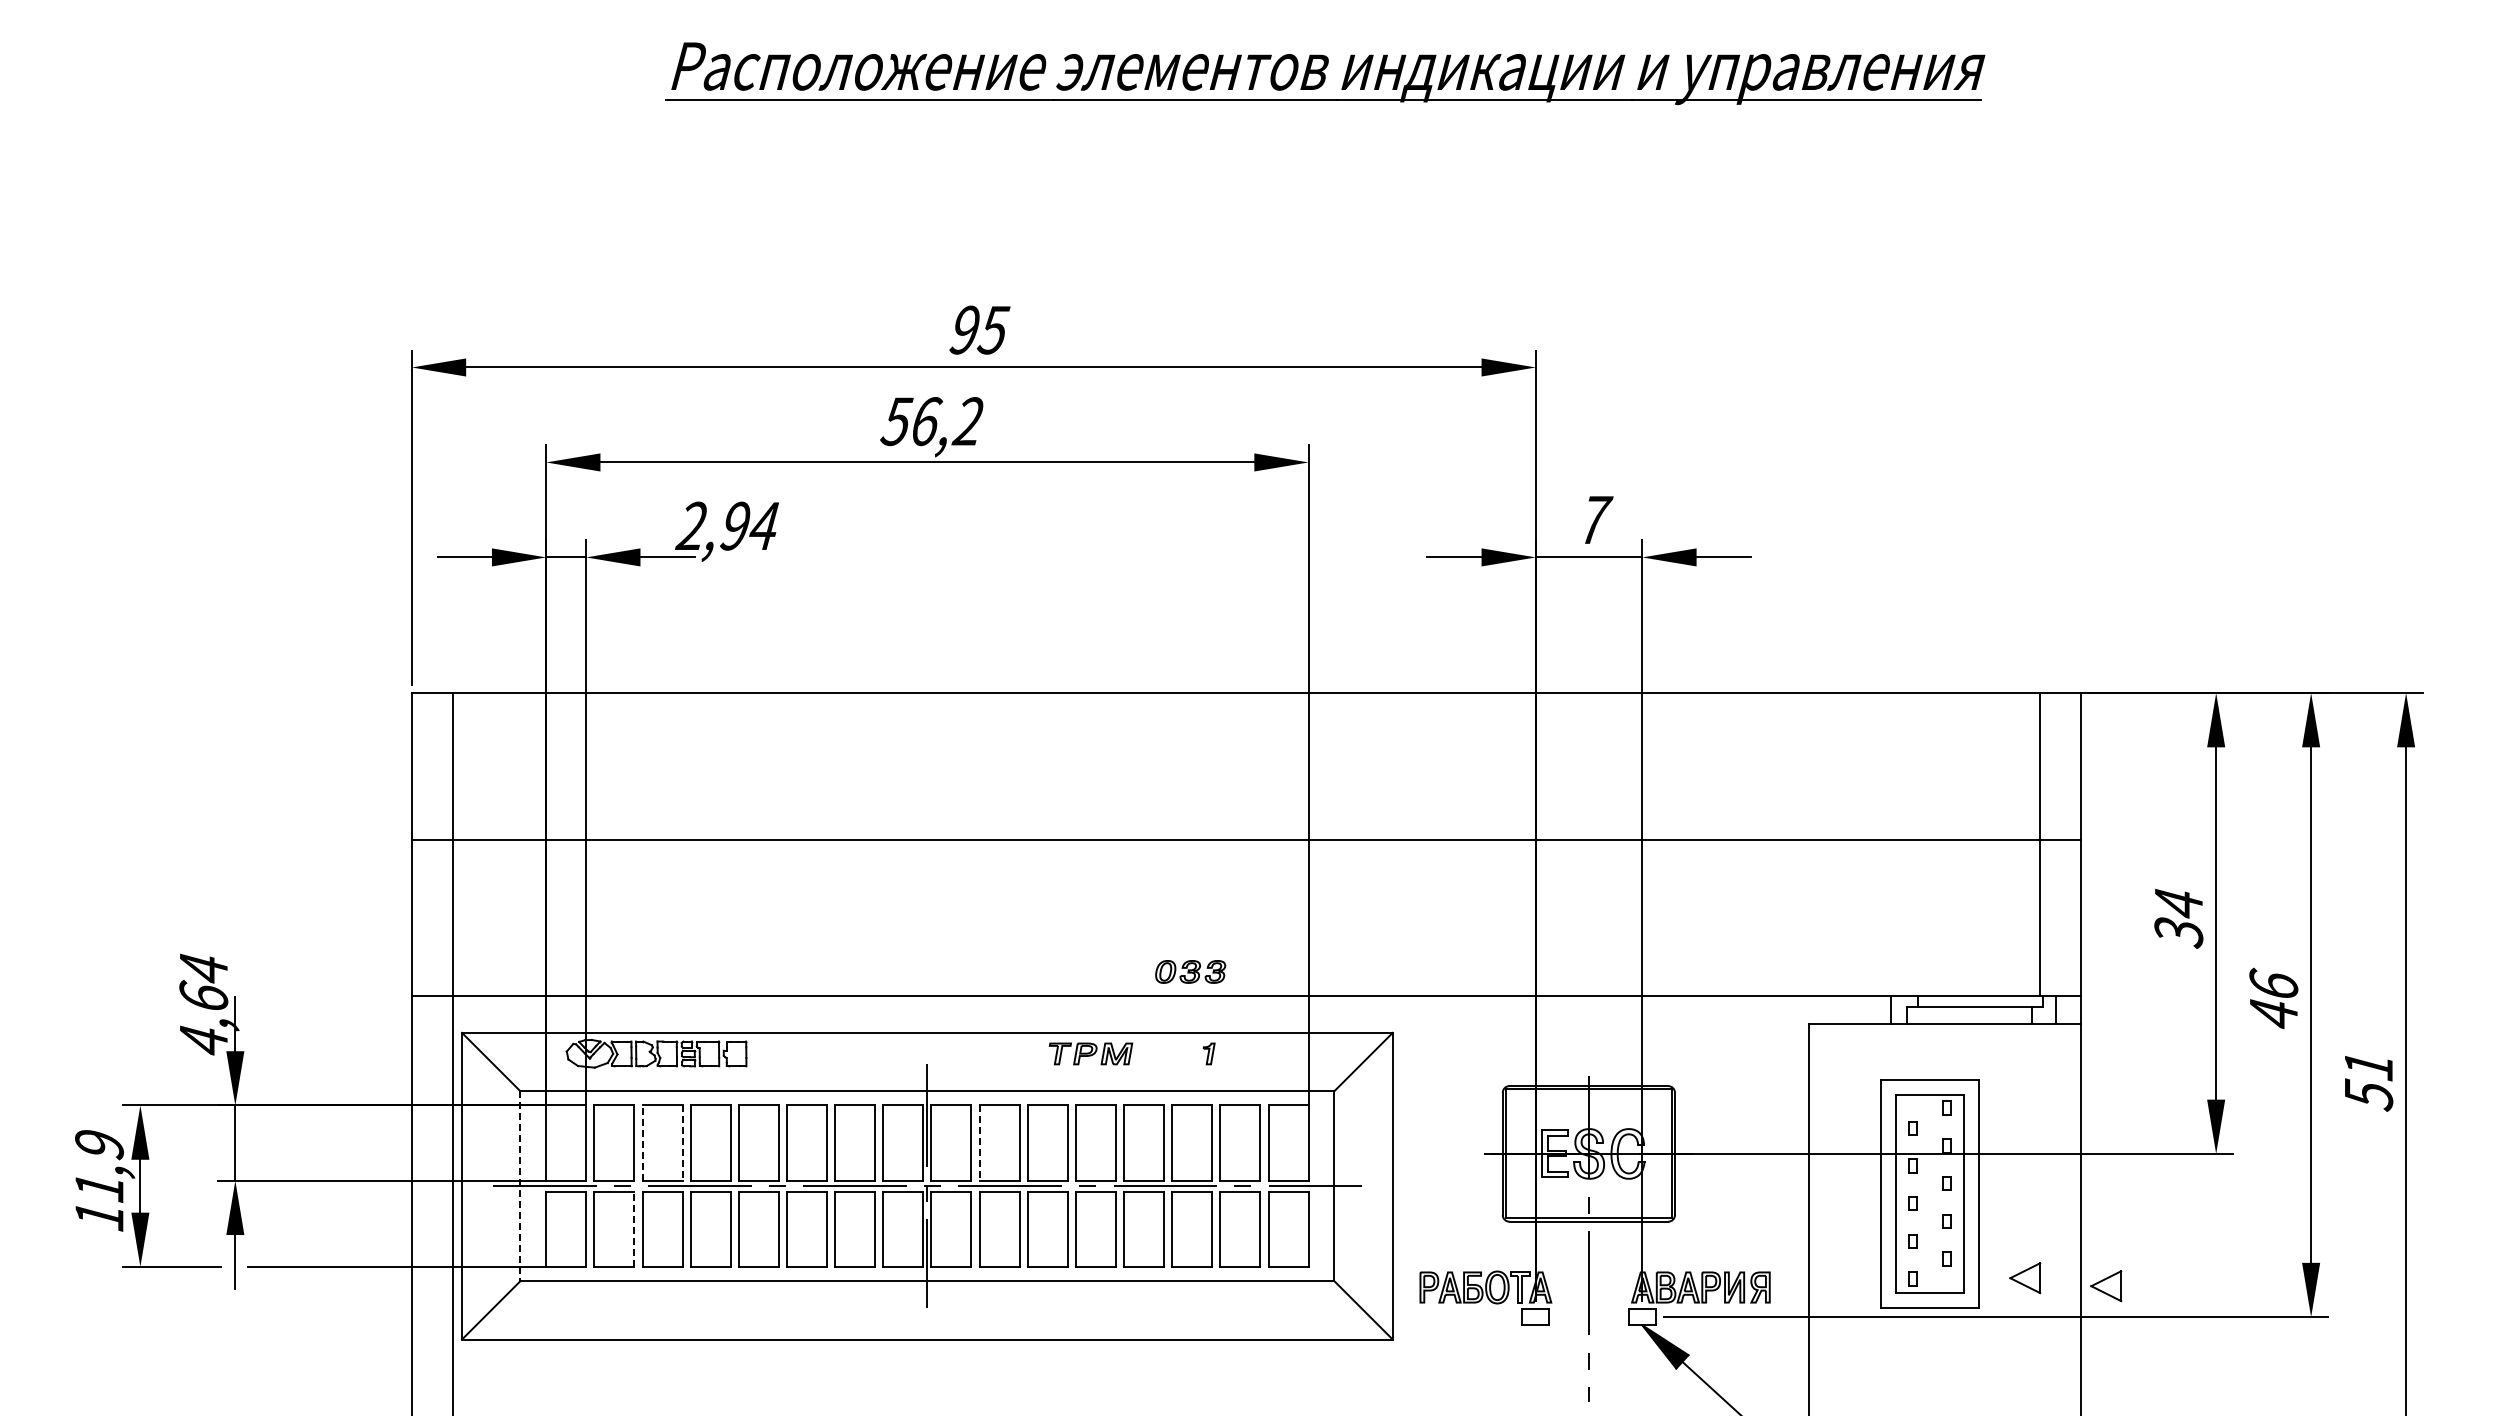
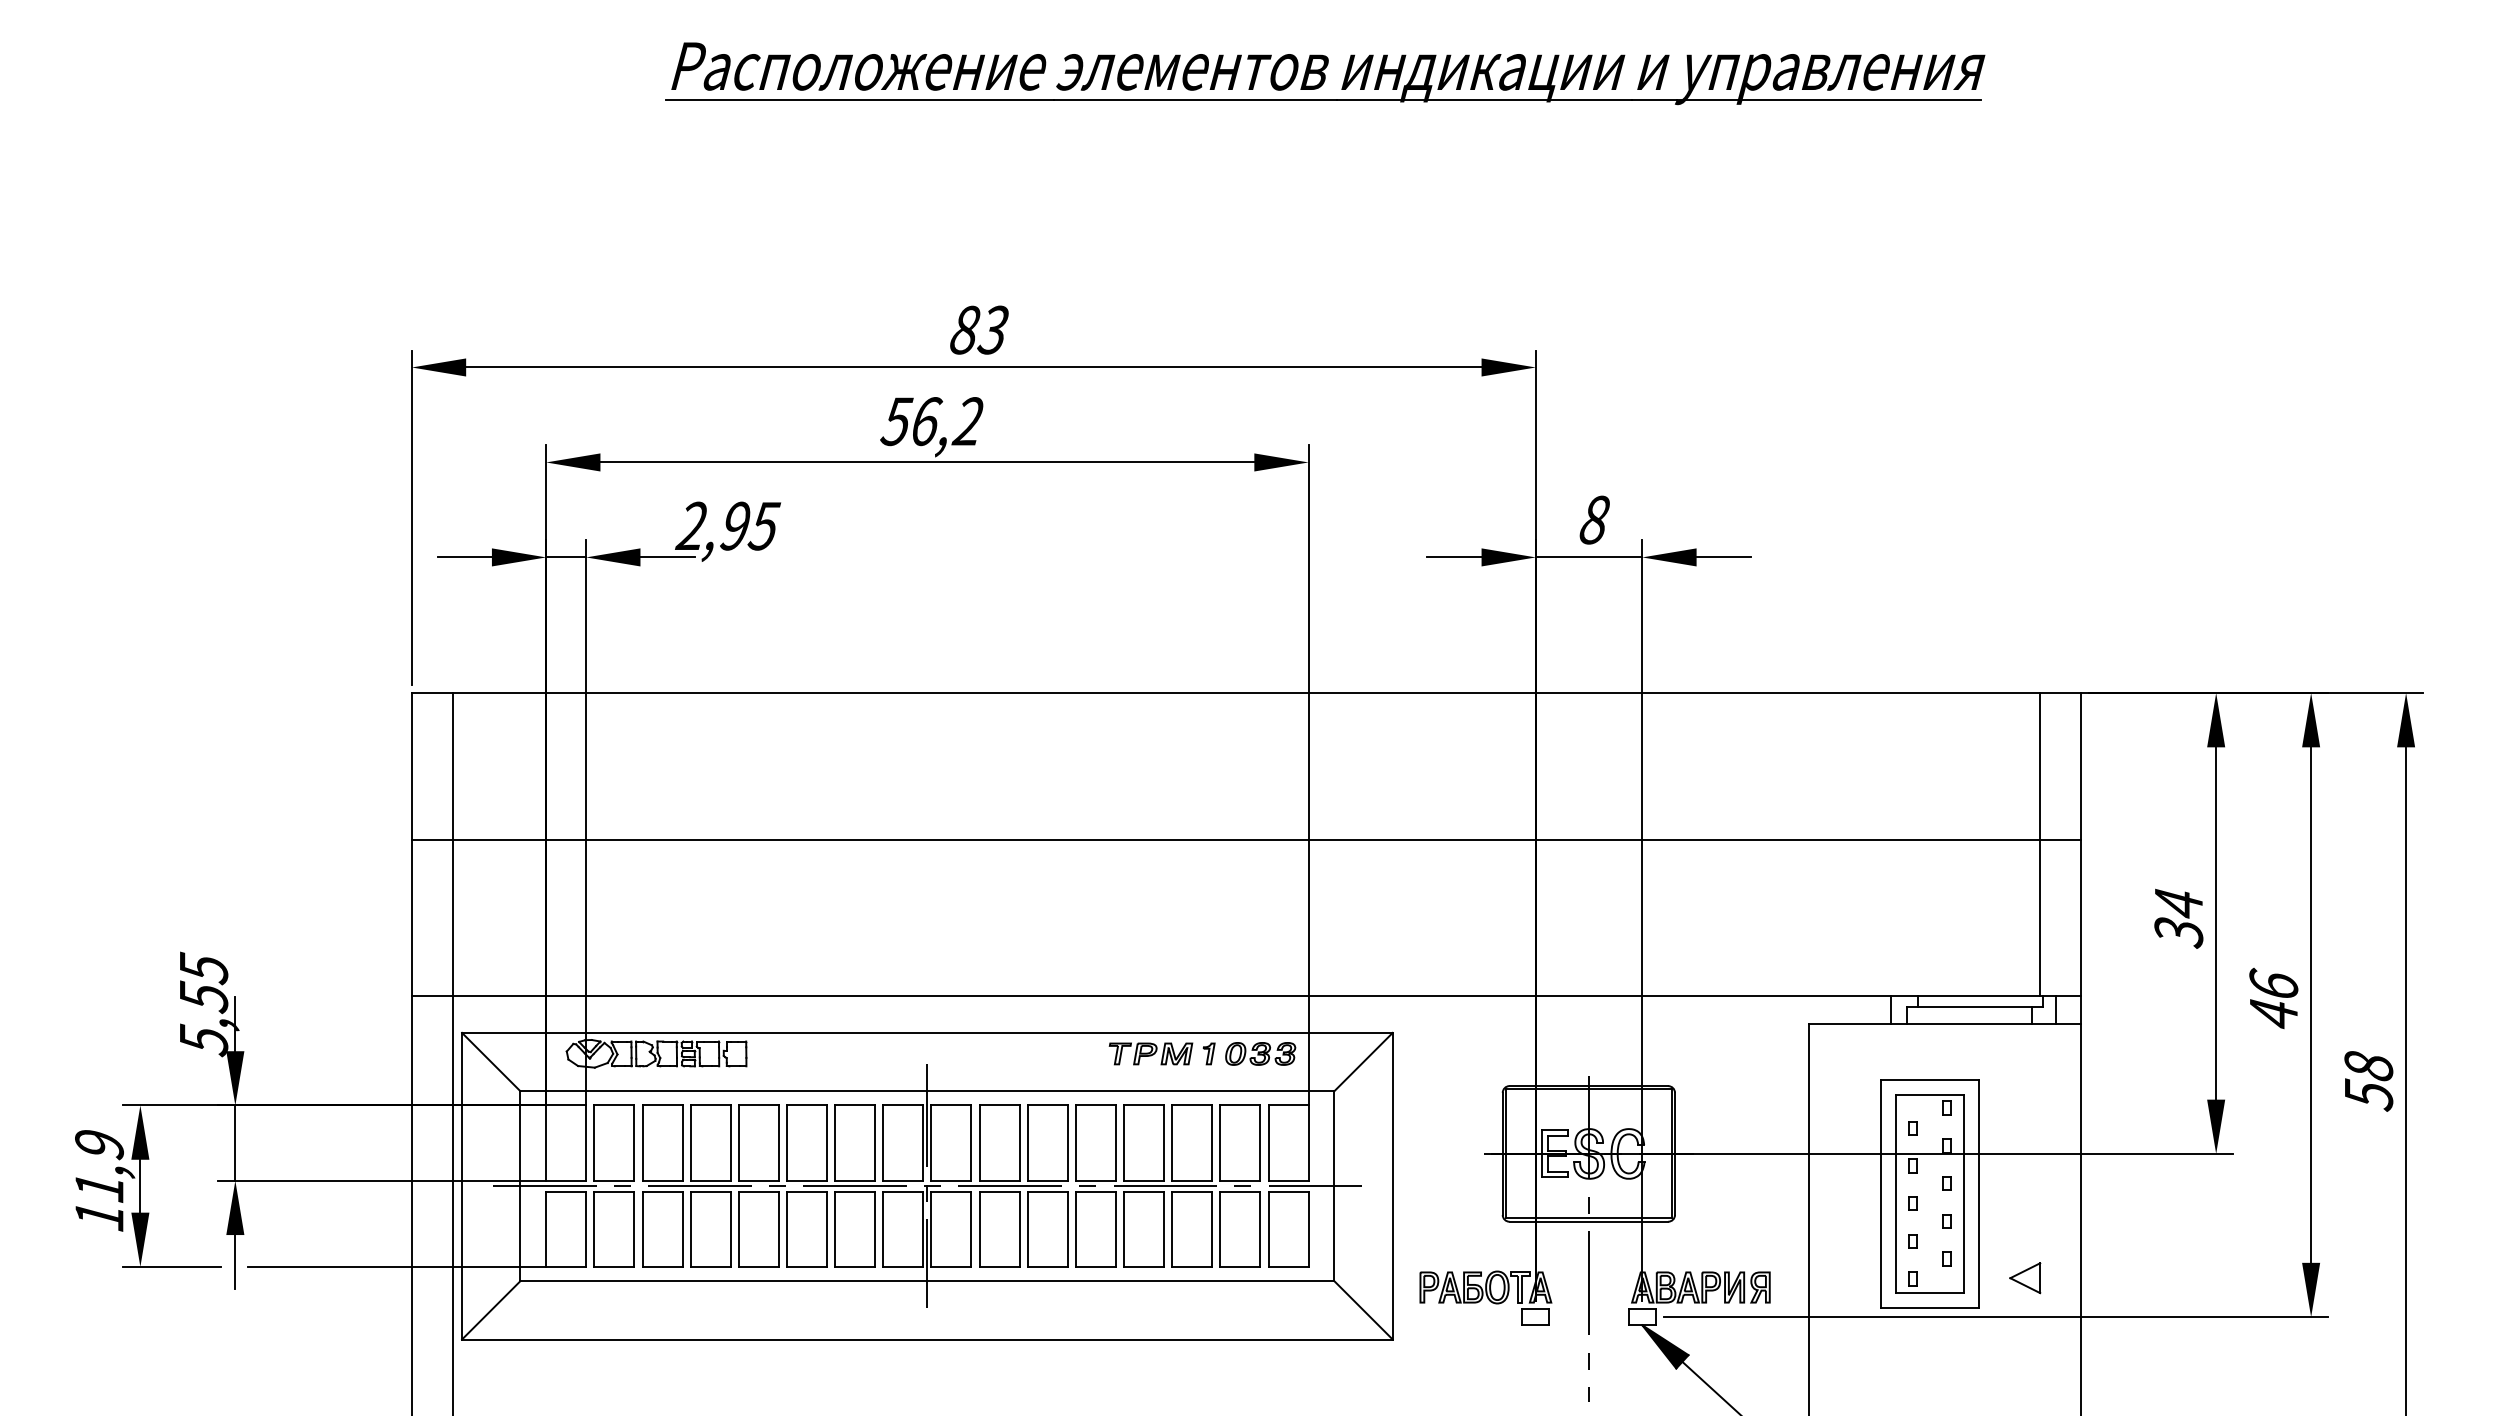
text at (979, 329): 95 -> 83
text at (1596, 519): 7 -> 8
text at (764, 526): 2,94 -> 2,95
part at (1190, 971) position: (1190, 971) -> (1260, 1053)
text at (203, 1004): 4,64 -> 5,55
part at (1090, 1053) position: (1090, 1053) -> (1150, 1053)
text at (2368, 1066): 51 -> 58
line at (642, 1143): dashed -> solid
line at (682, 1143): dashed -> solid
line at (979, 1143): dashed -> solid
line at (520, 1186): dashed -> solid
line at (634, 1229): dashed -> solid
part at (2106, 1286): present -> none
